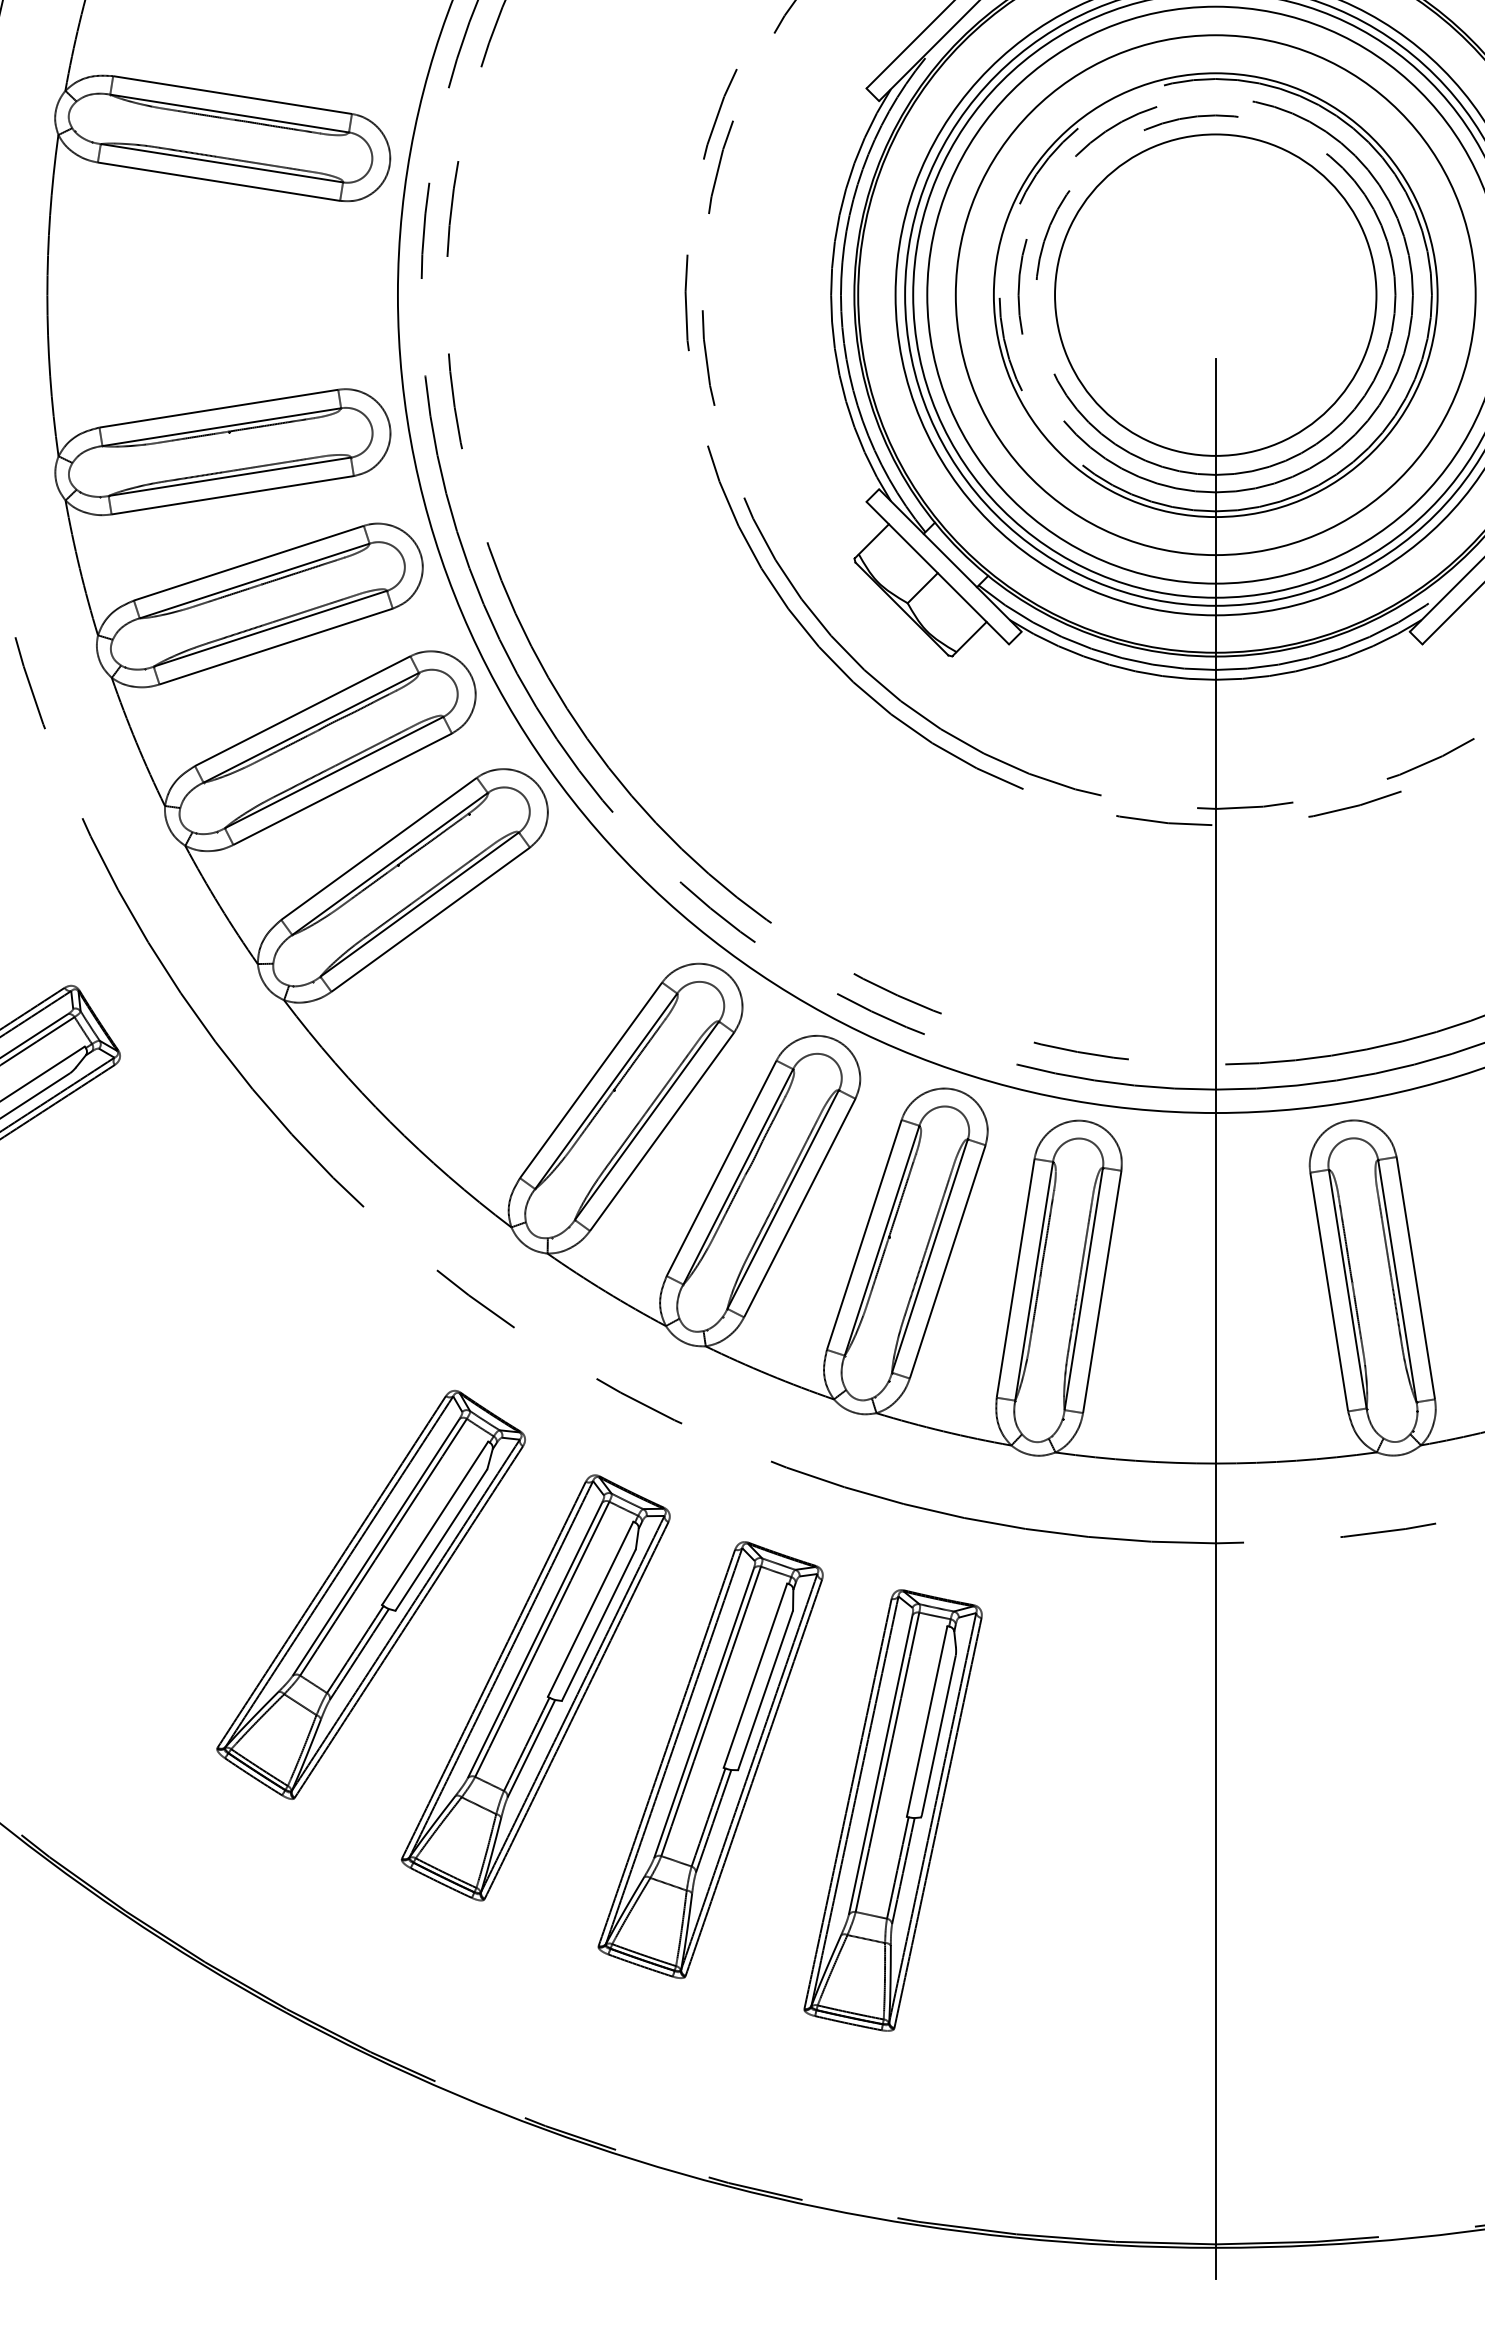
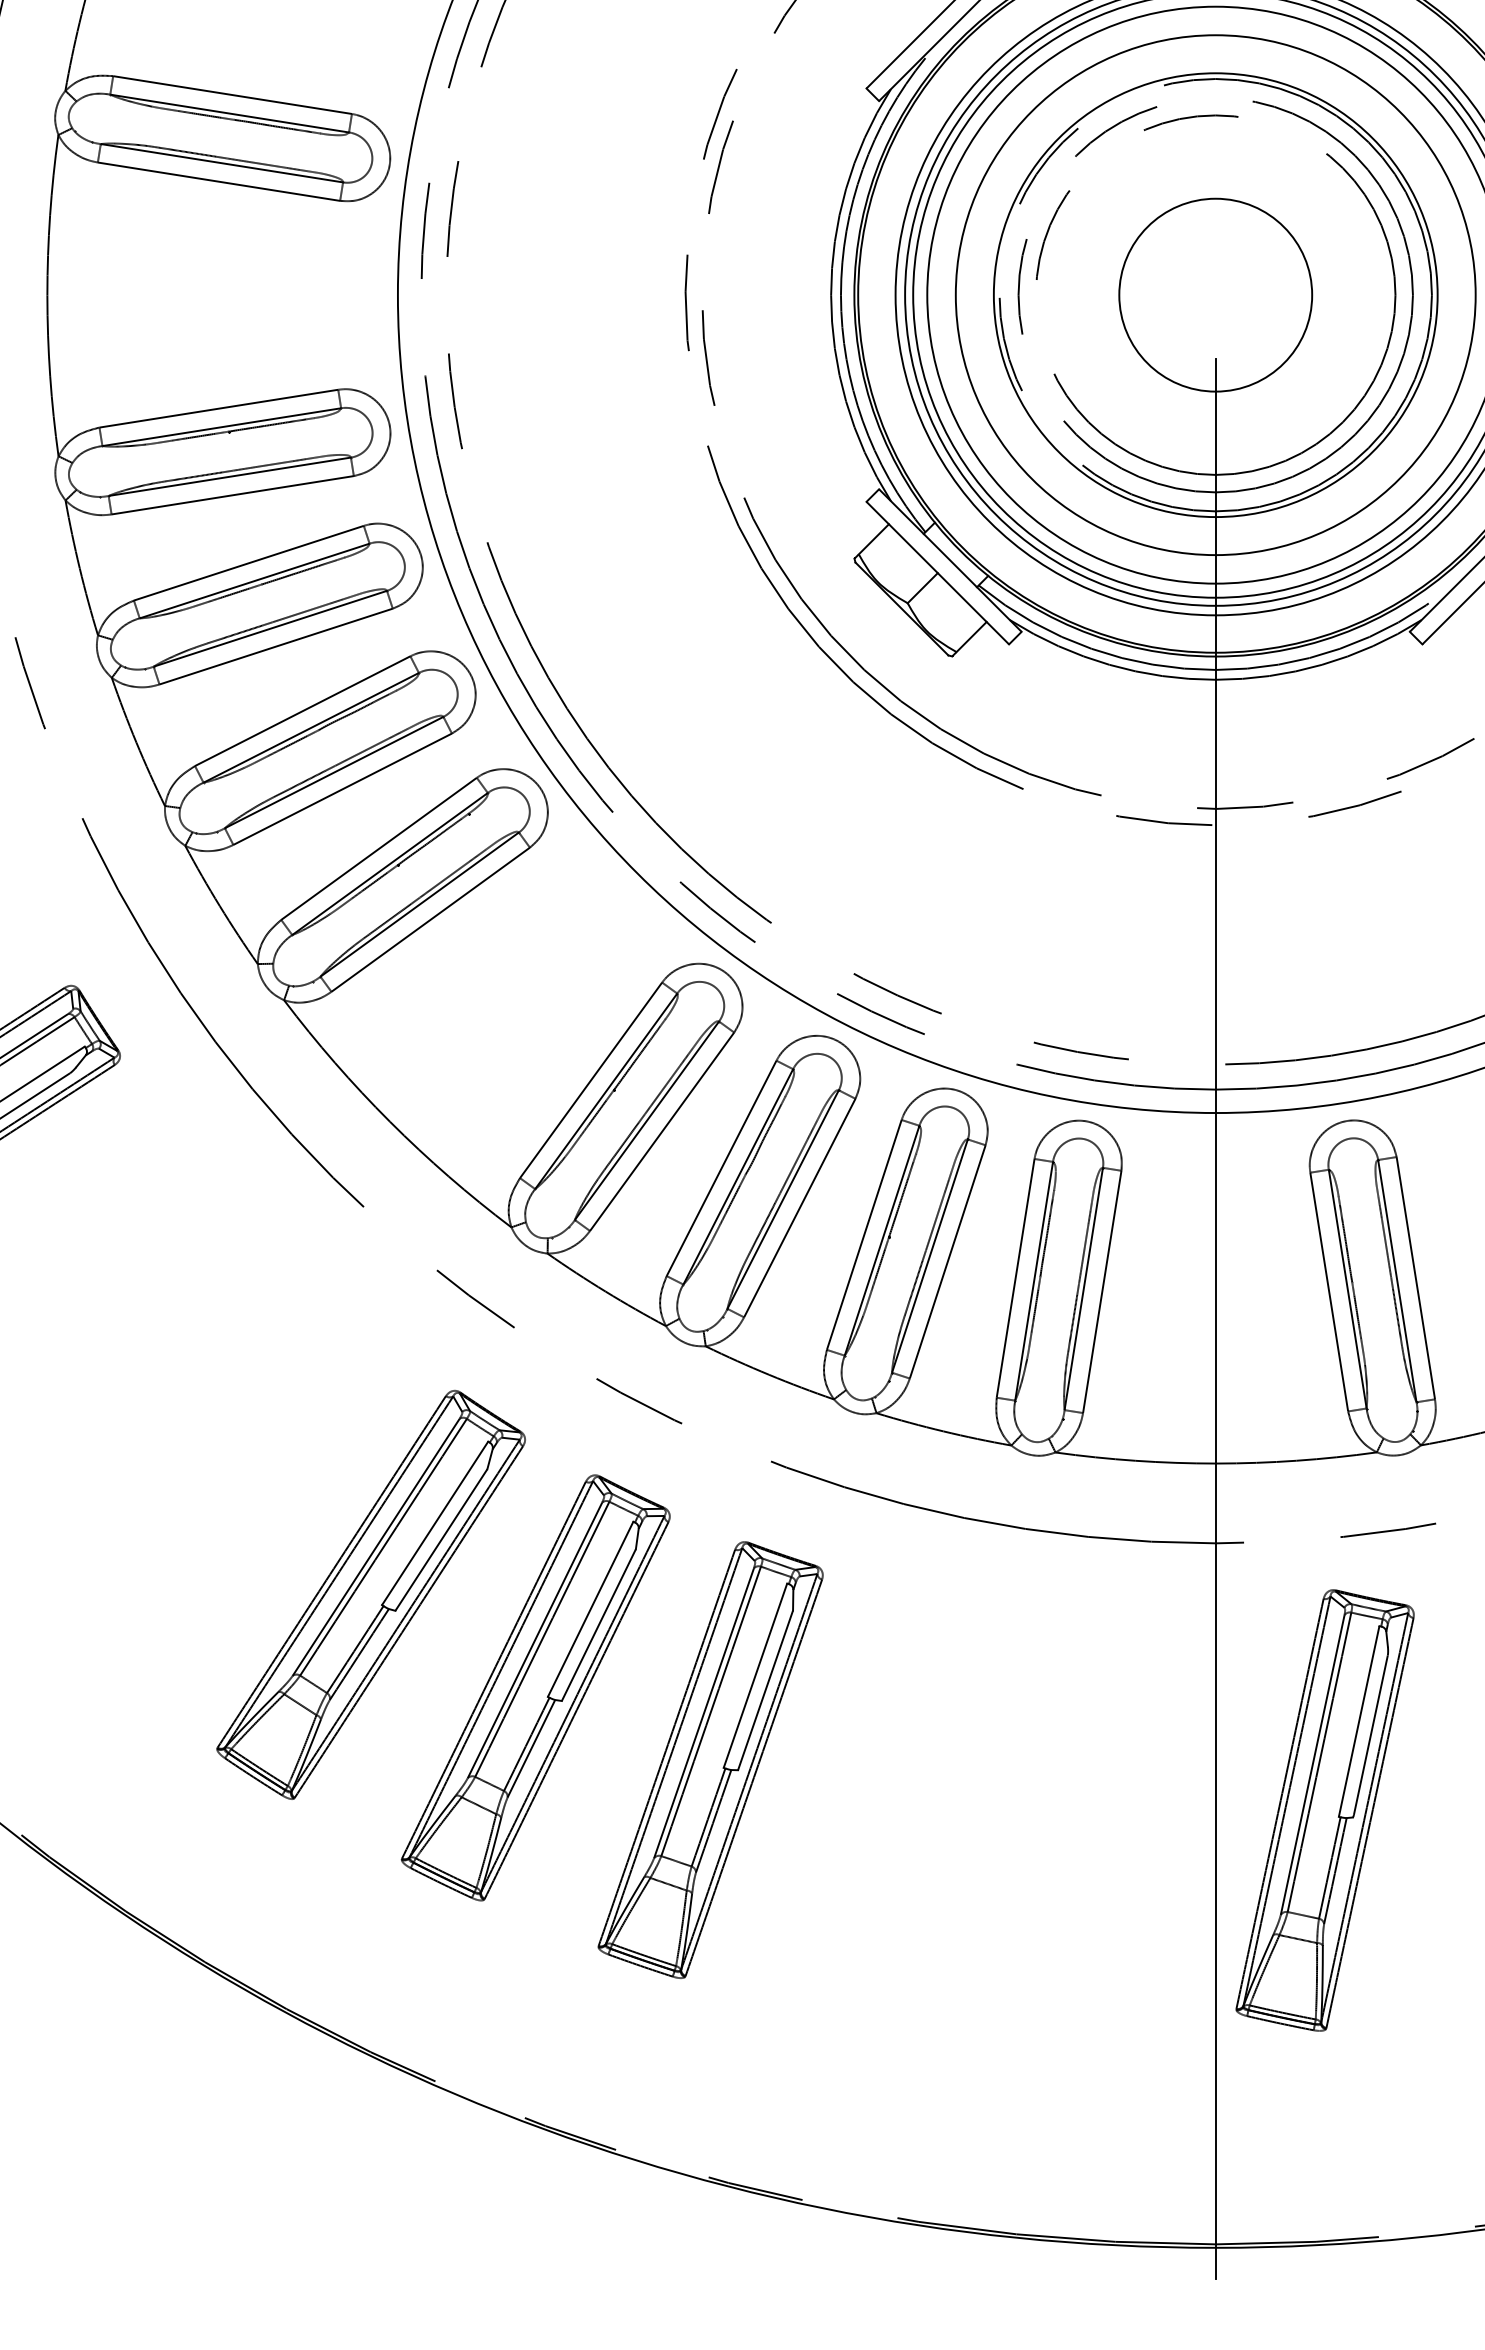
circle at (1215, 294) diameter: 321 px -> 193 px
part at (892, 1810) position: (892, 1810) -> (1324, 1810)
